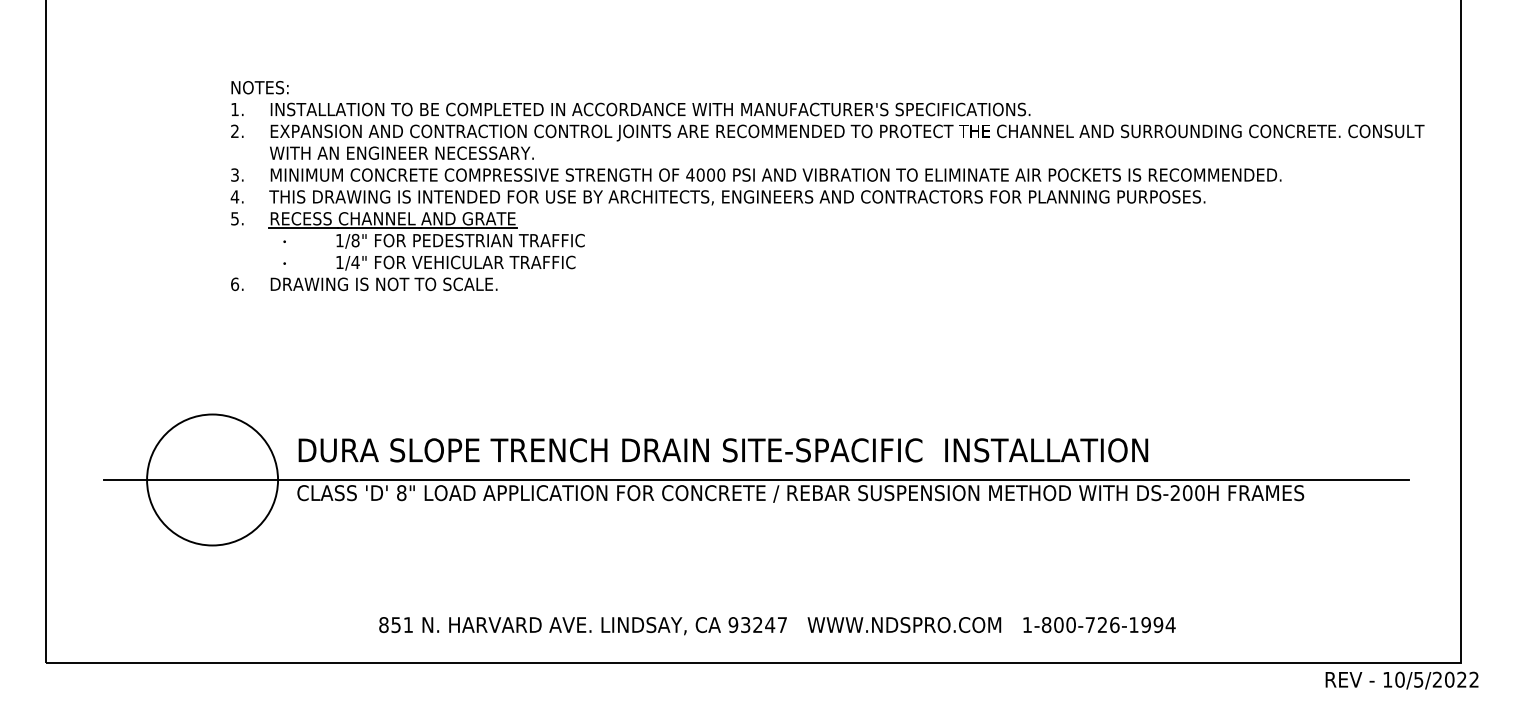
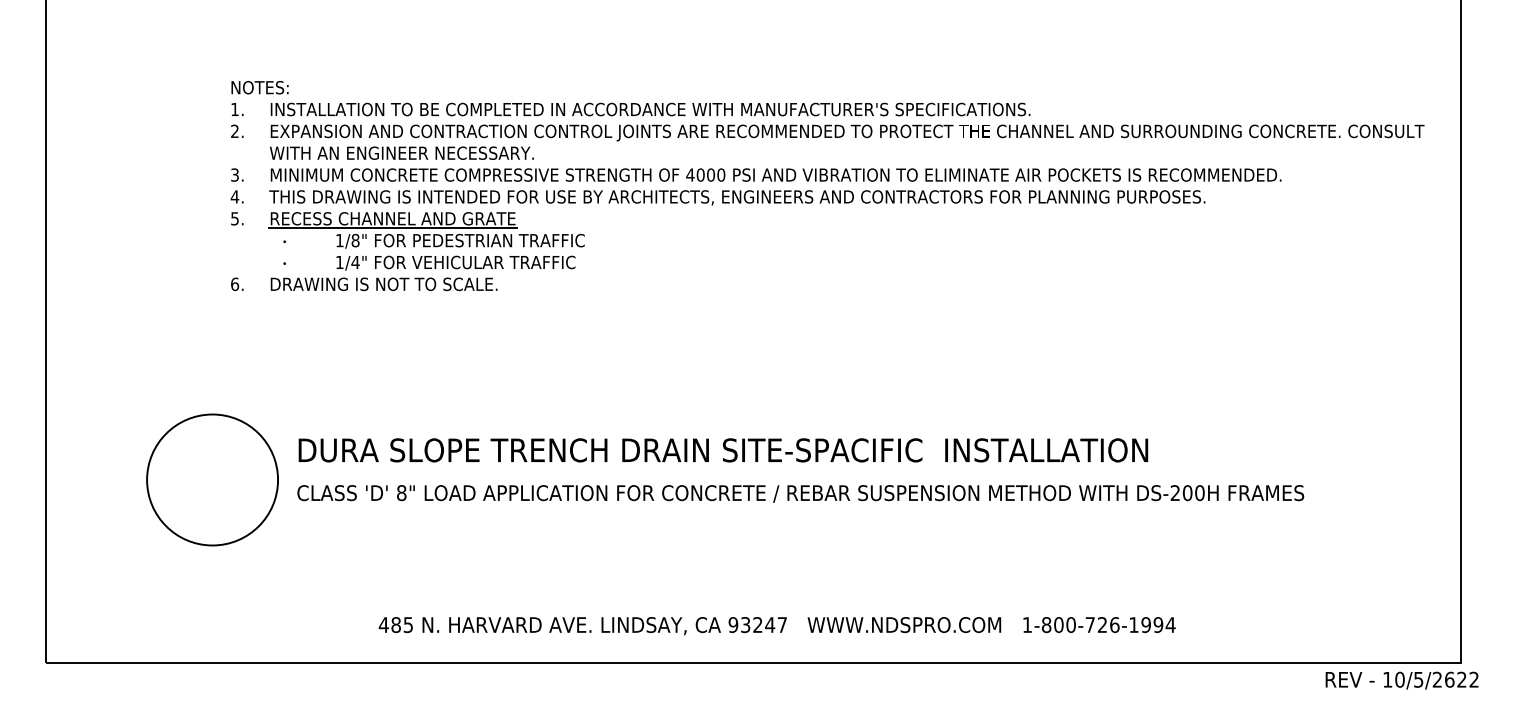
line at (756, 480): present -> none
text at (395, 625): 851 -> 485
text at (1449, 679): 10/5/2022 -> 10/5/2622
